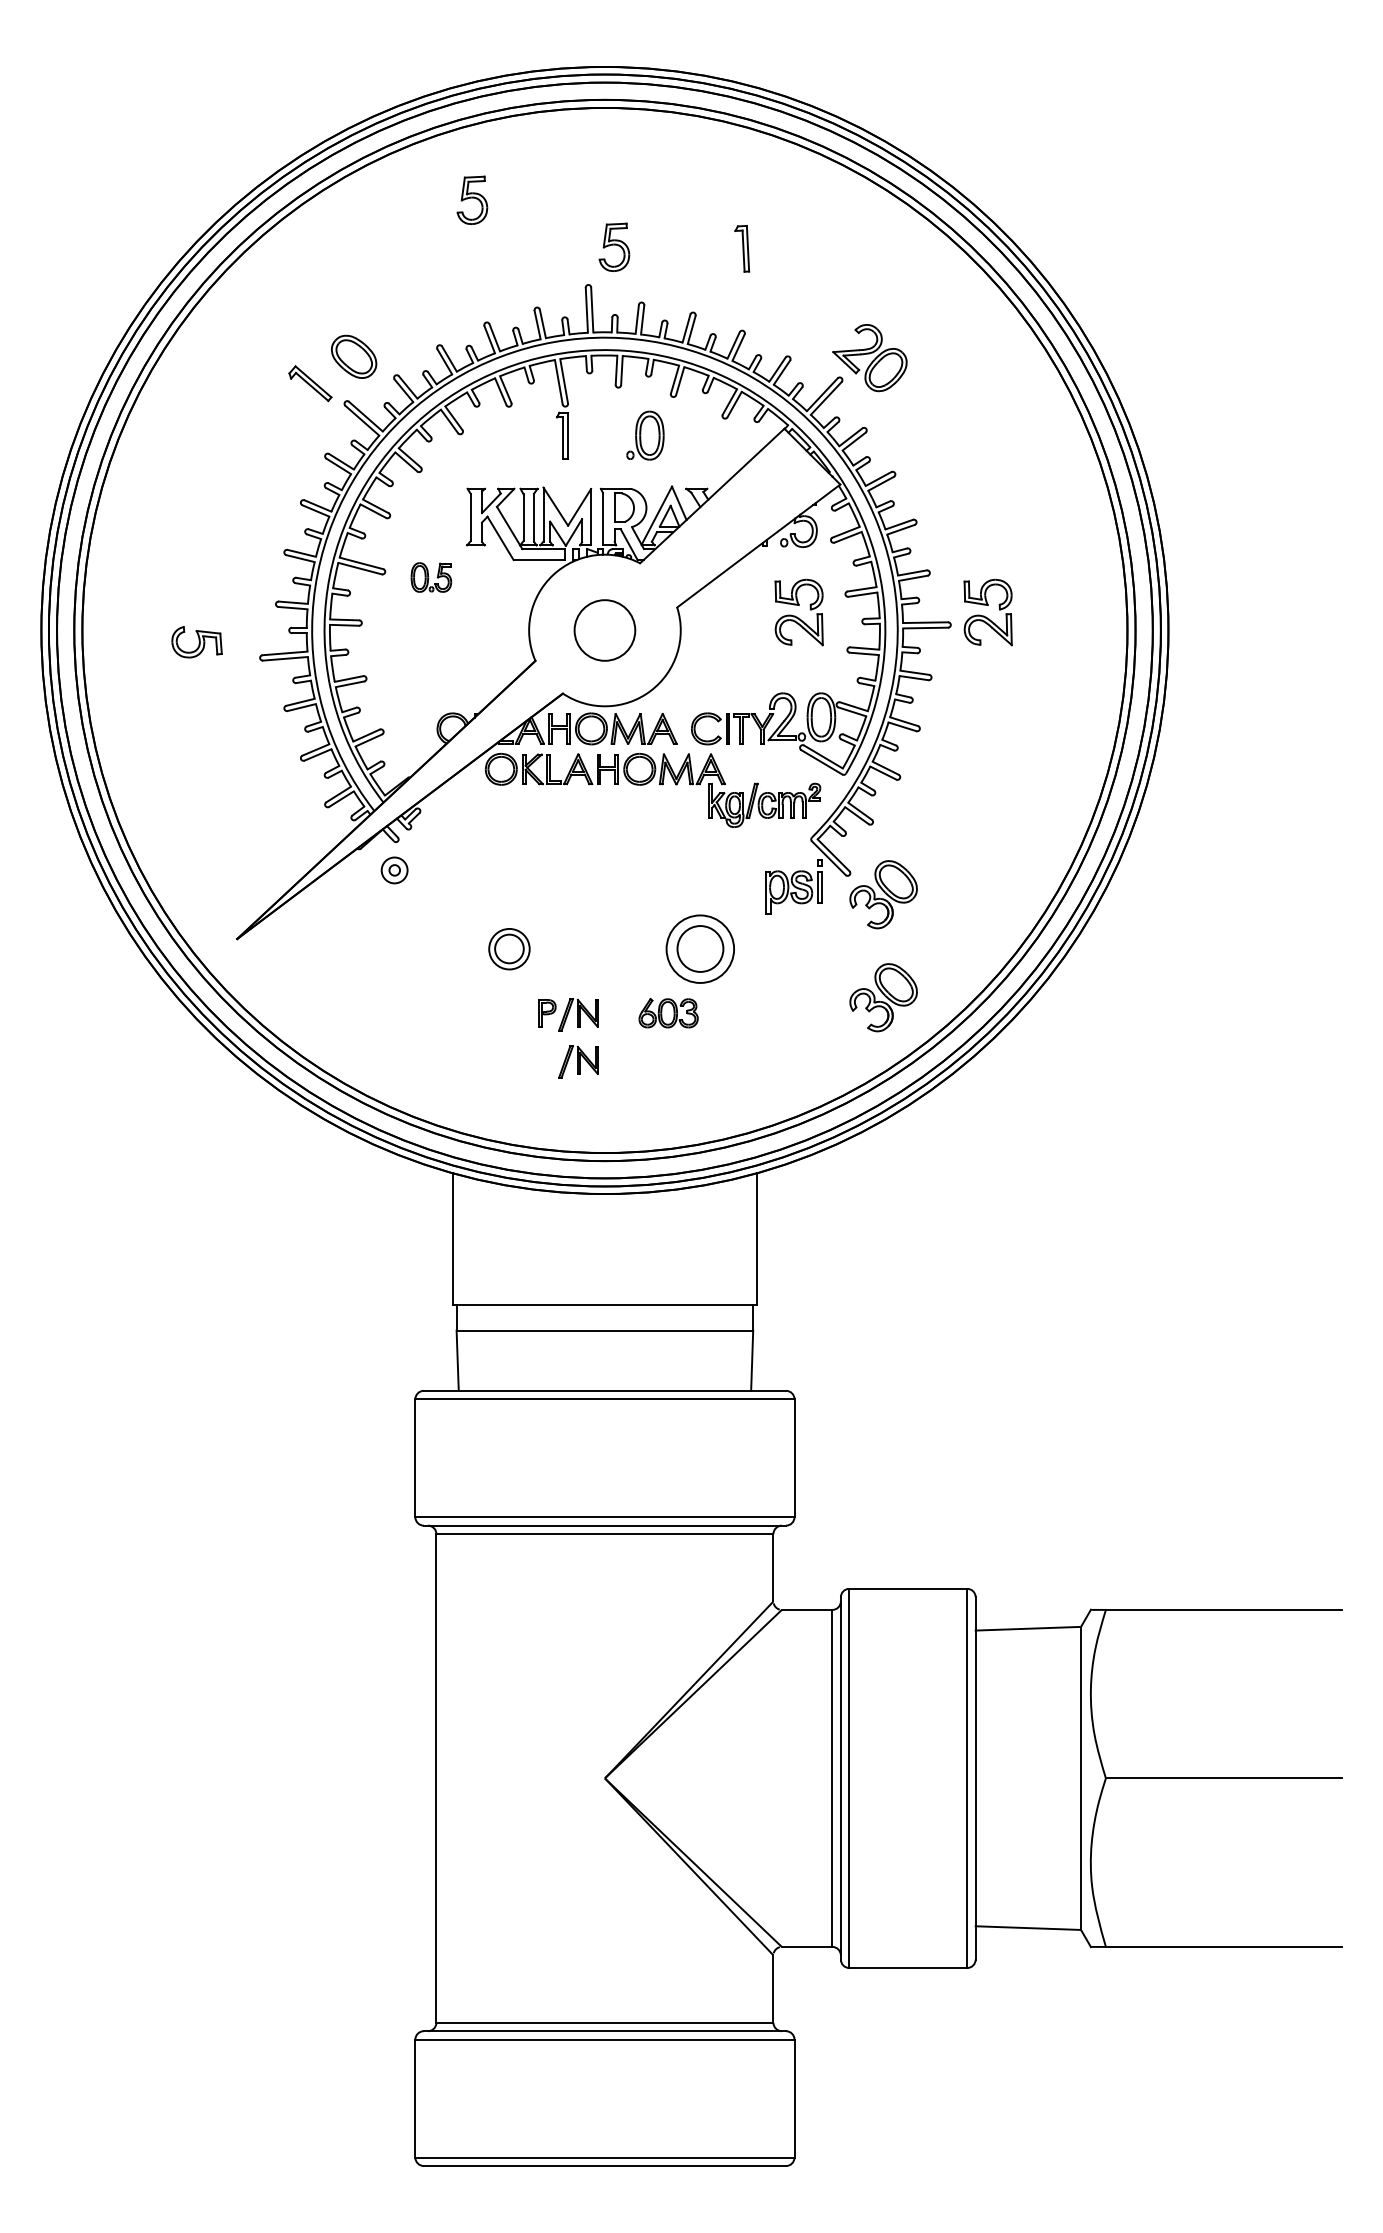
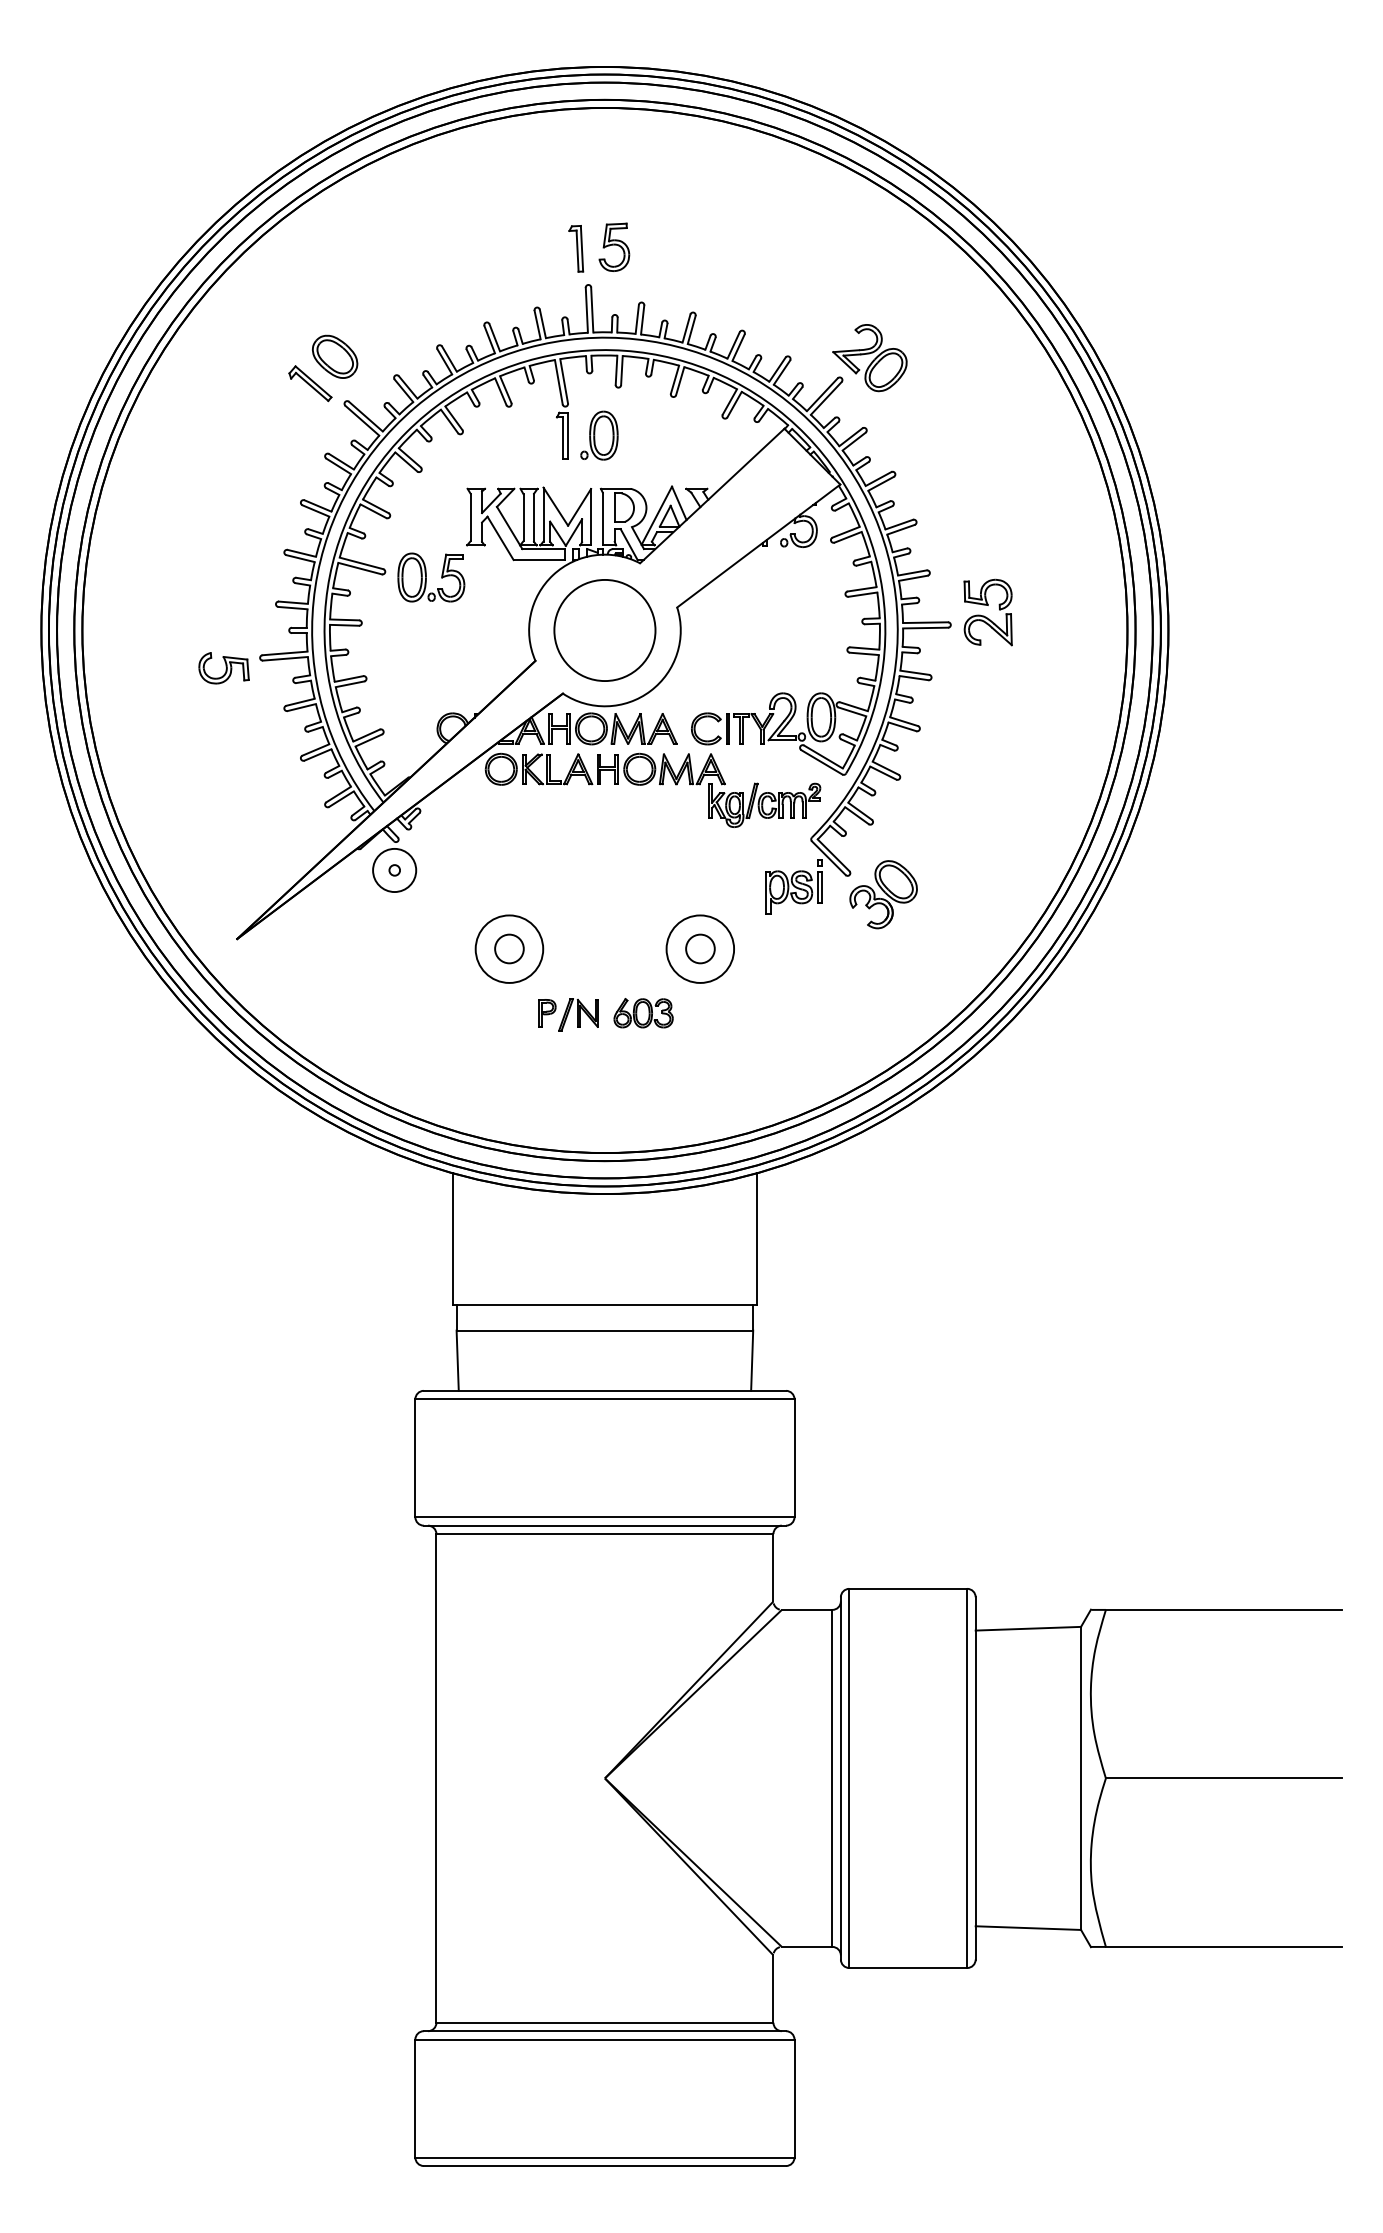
part at (472, 199): present -> none
part at (742, 248) position: (742, 248) -> (576, 248)
part at (354, 356) position: (354, 356) -> (335, 356)
part at (645, 435) position: (645, 435) -> (599, 435)
part at (431, 577) size: 43x31 px -> 69x51 px
part at (798, 612): present -> none
circle at (604, 630) diameter: 61 px -> 101 px
part at (196, 642) position: (196, 642) -> (223, 668)
circle at (394, 870) diameter: 26 px -> 43 px
circle at (509, 948) diameter: 41 px -> 68 px
circle at (700, 948) diameter: 46 px -> 29 px
part at (883, 997): present -> none
part at (668, 1013) position: (668, 1013) -> (643, 1013)
part at (578, 1061): present -> none
